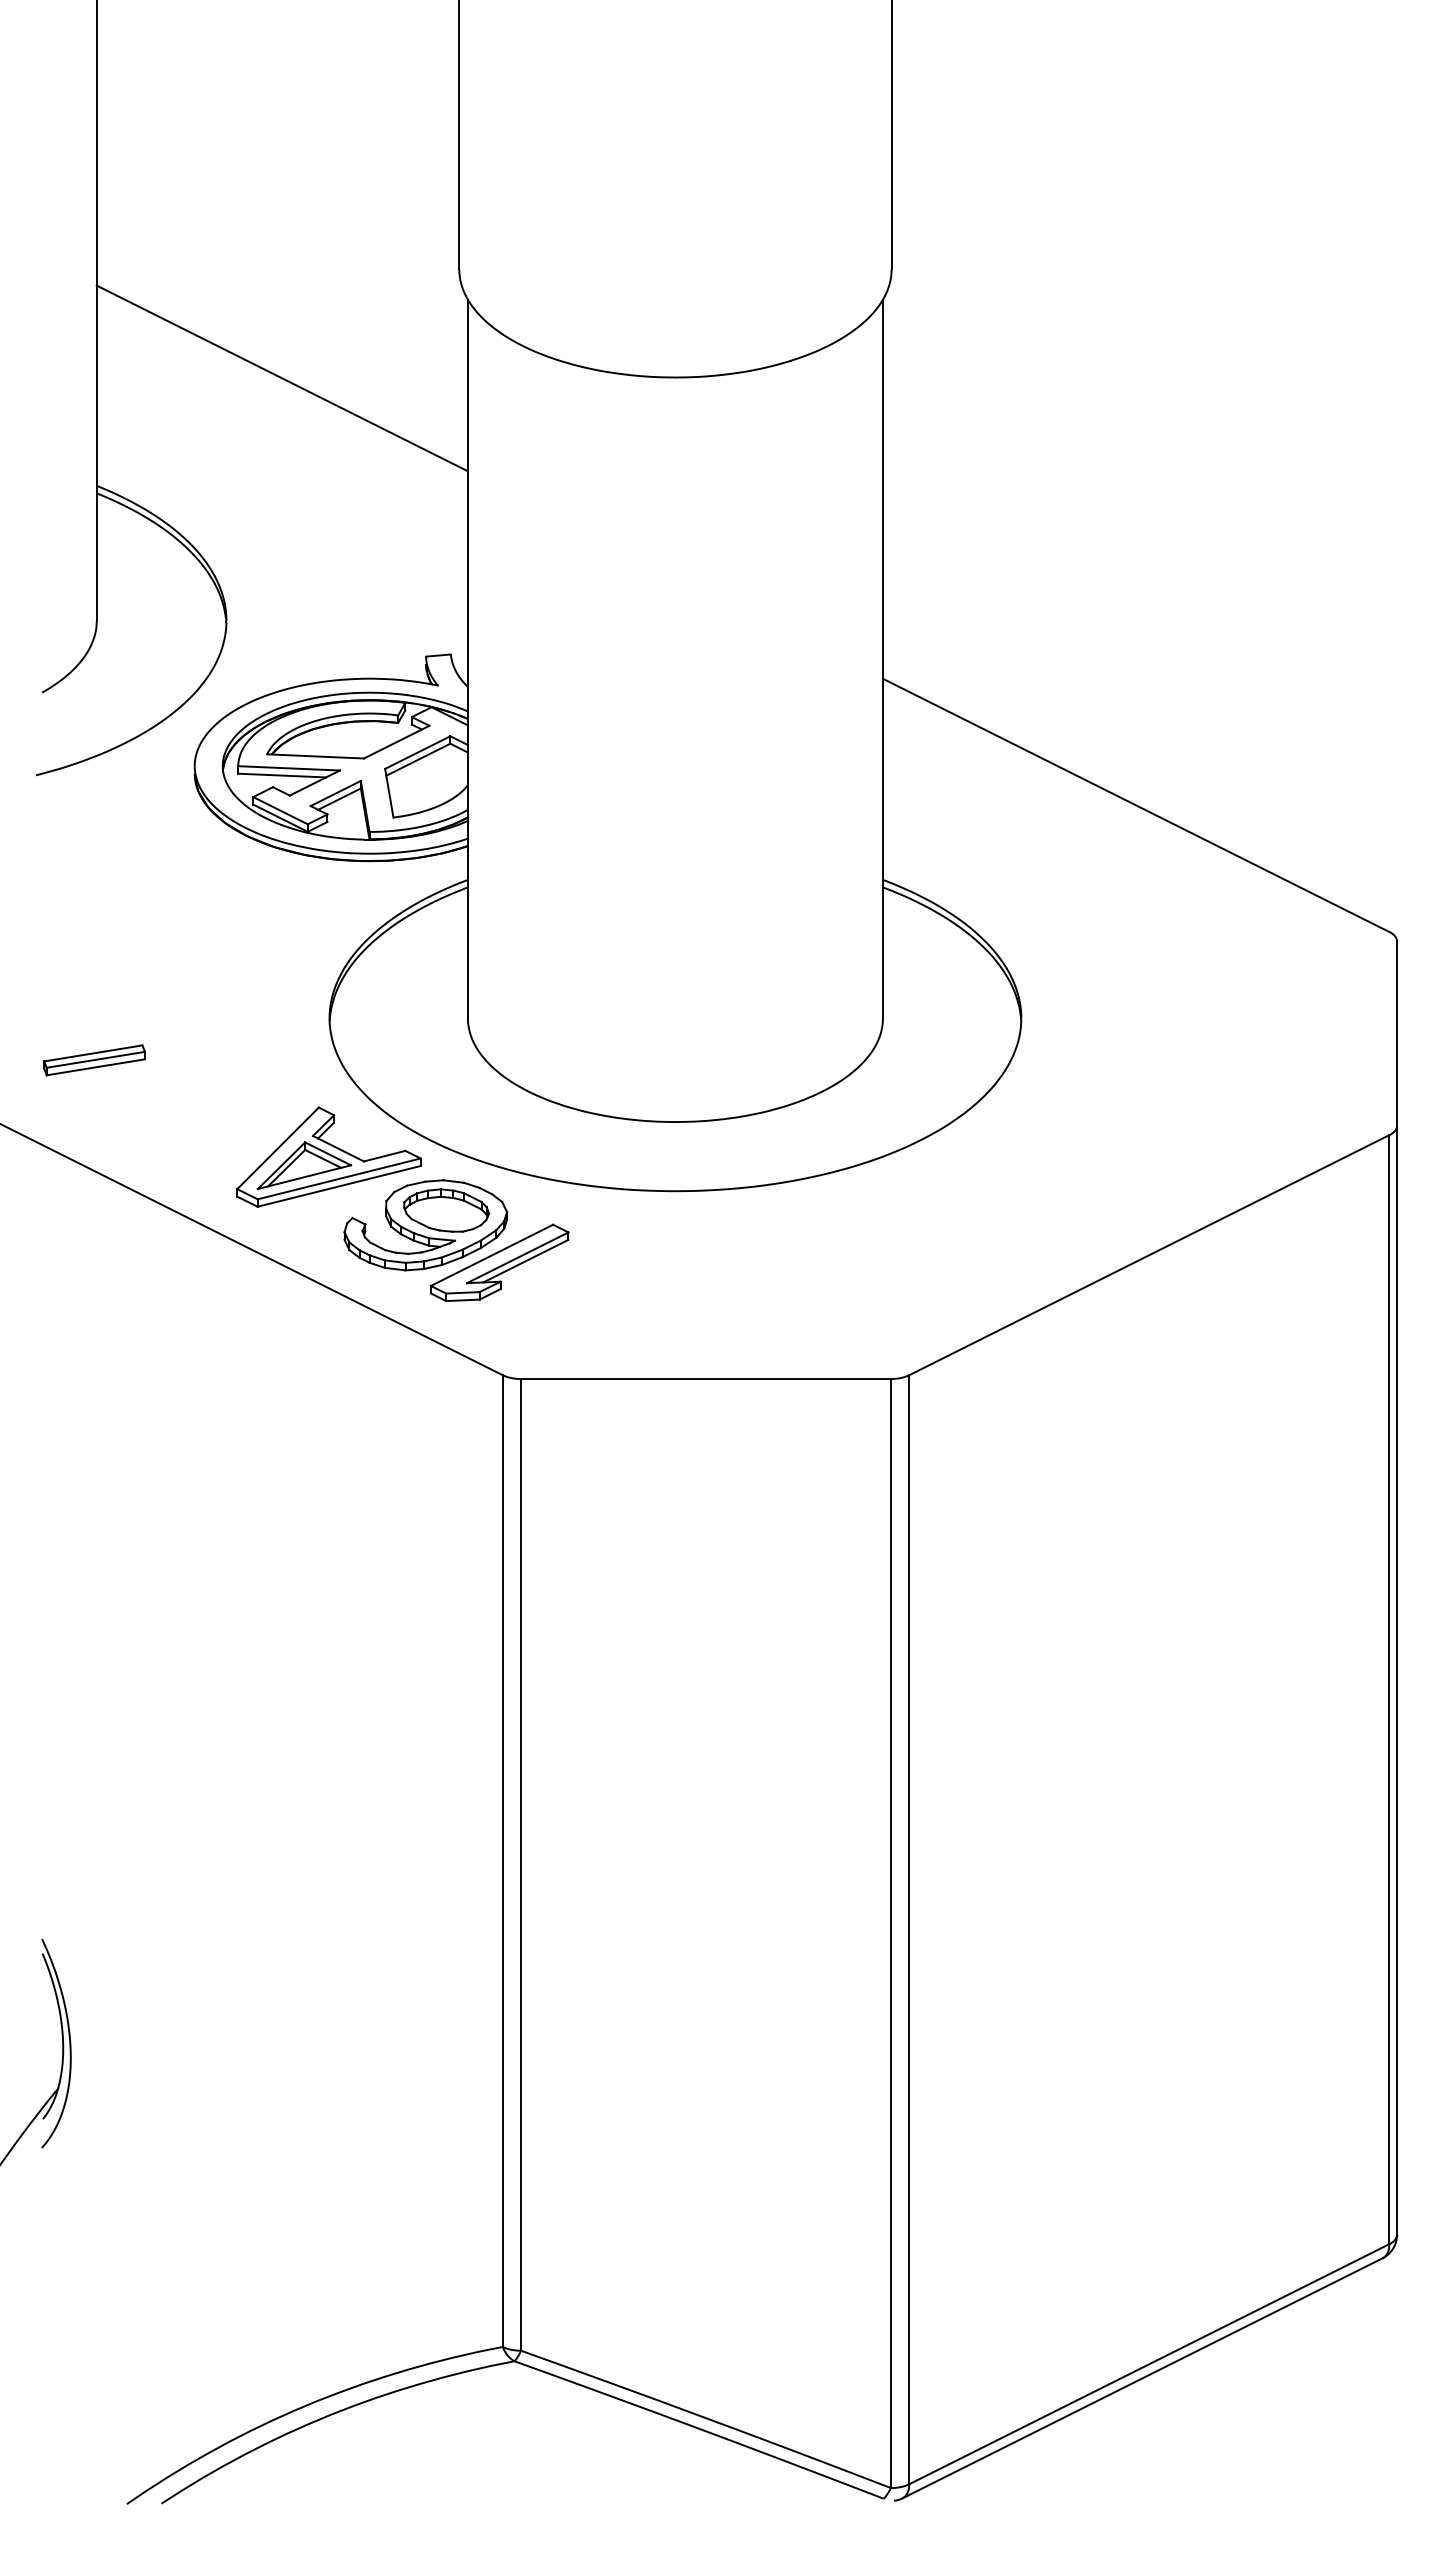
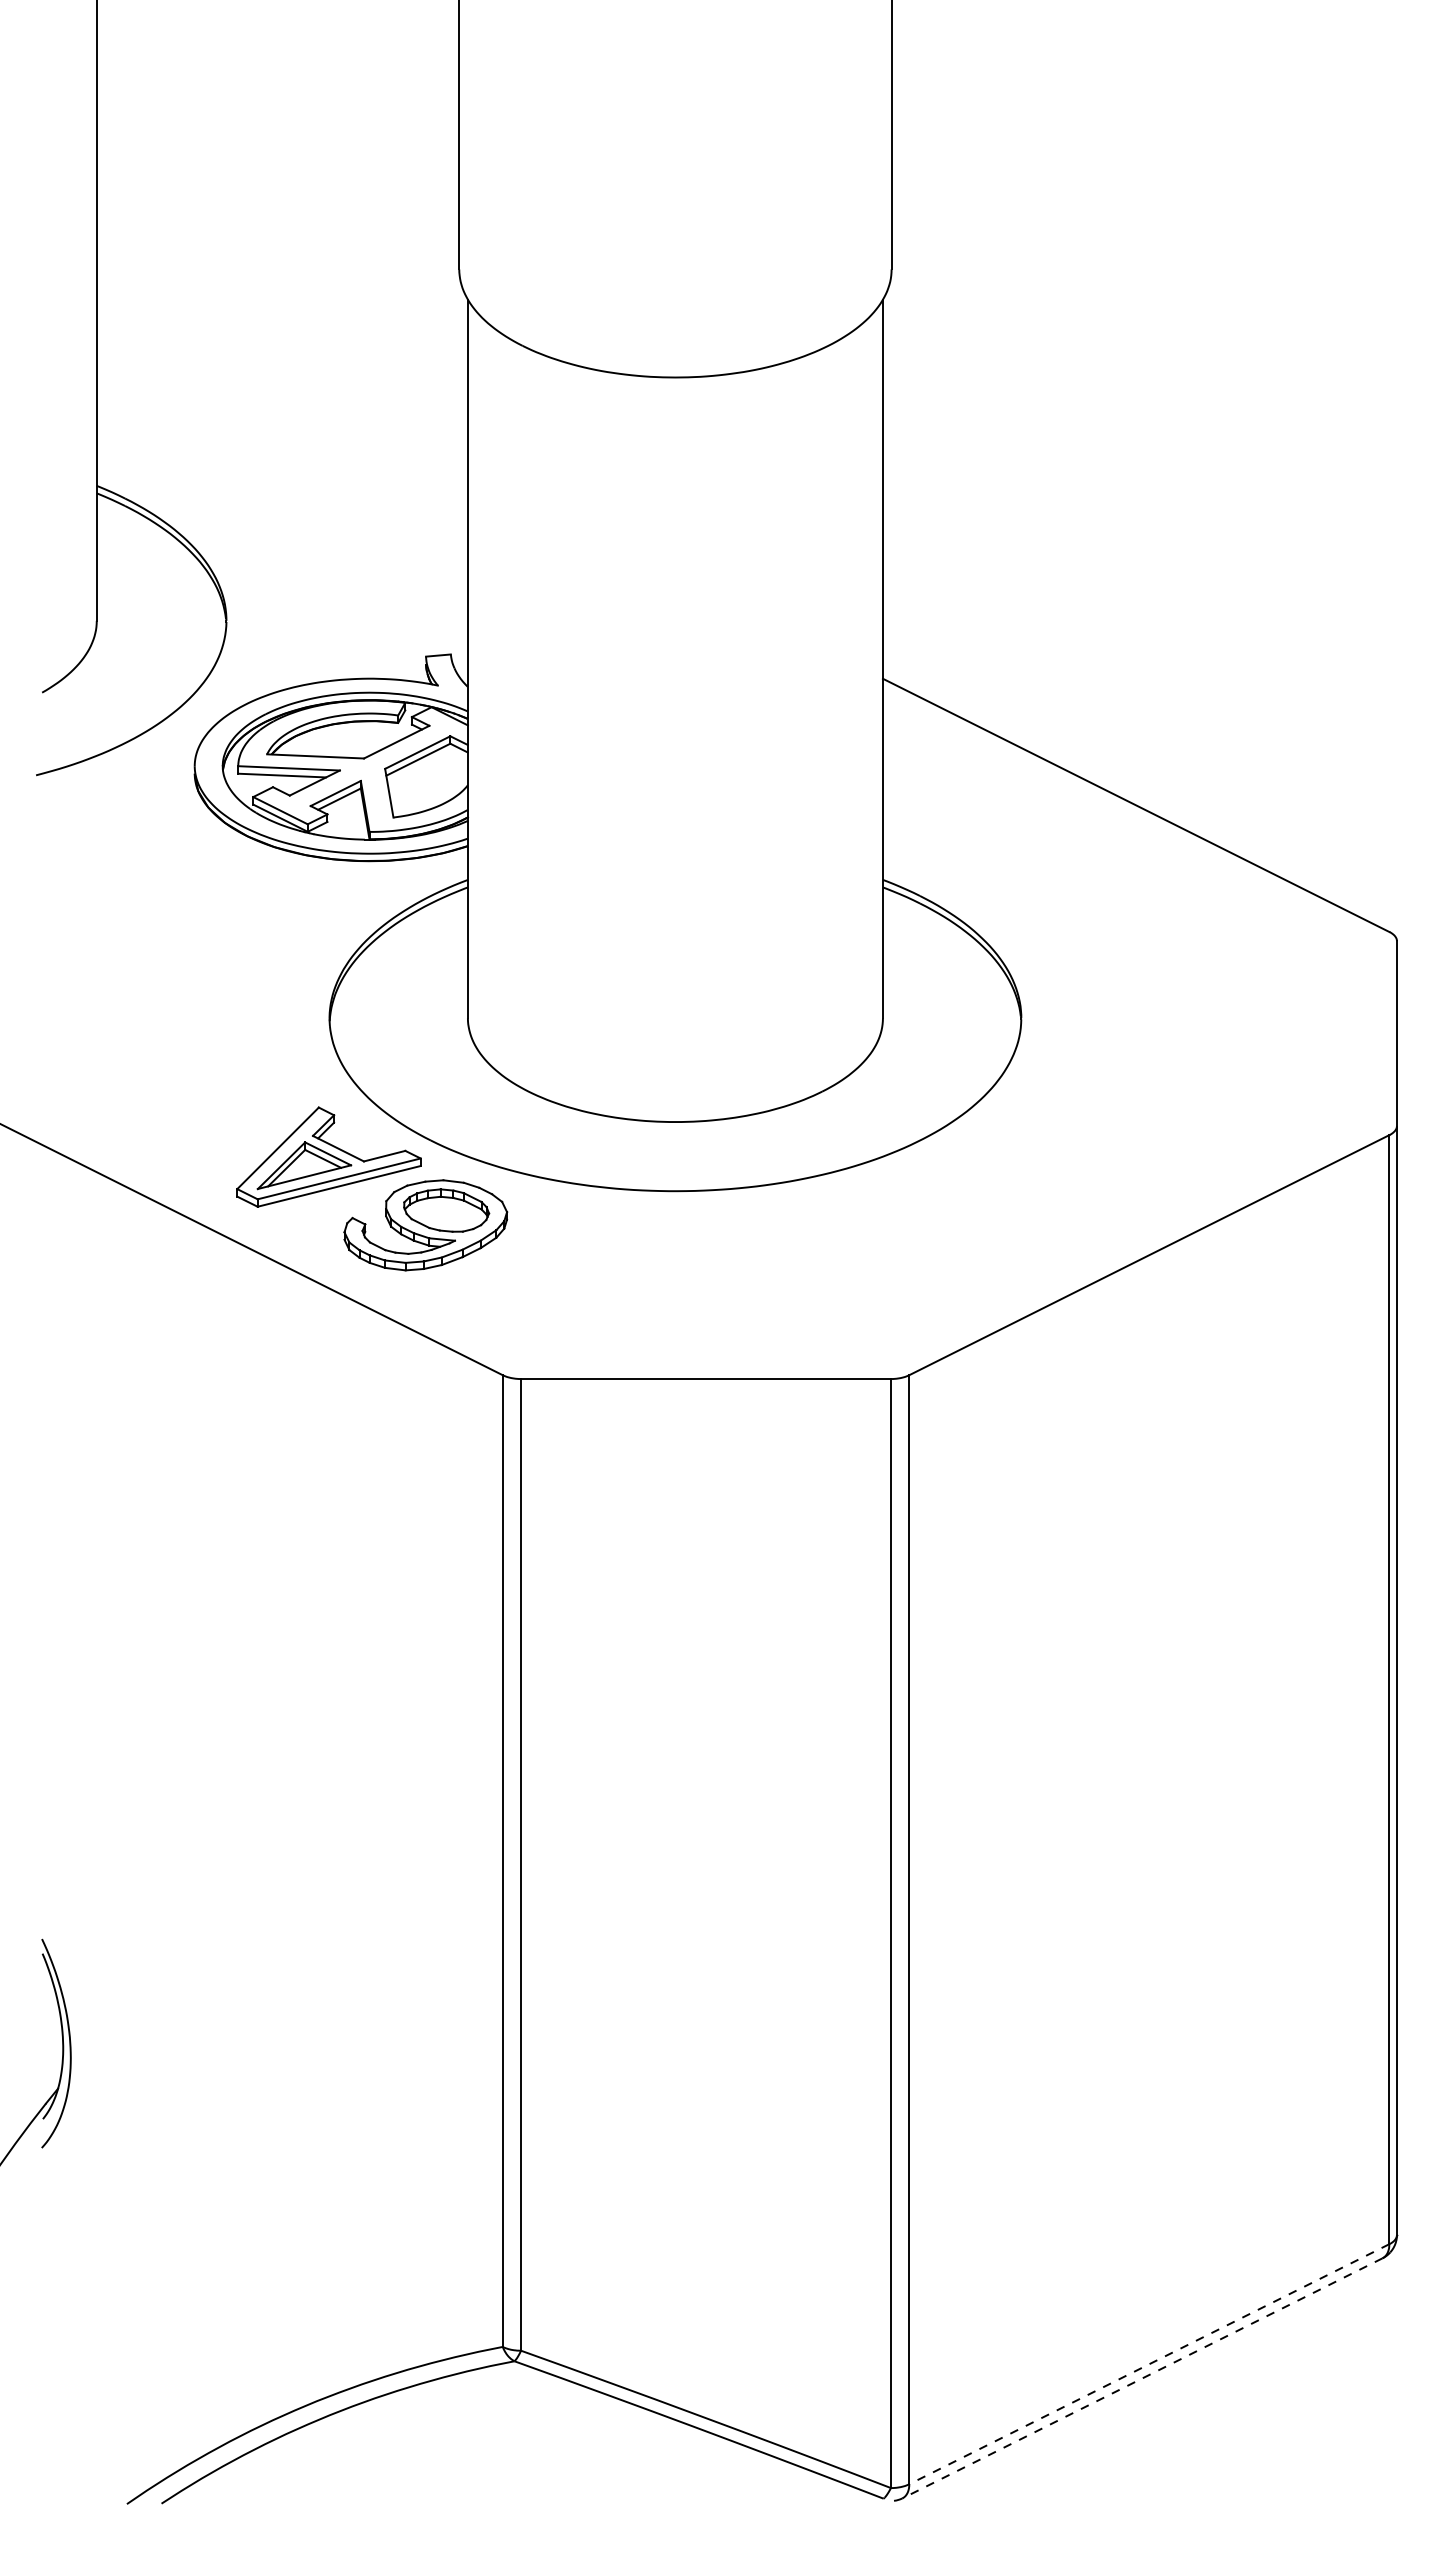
line at (281, 378): present -> none
part at (94, 1060): present -> none
part at (499, 1262): present -> none
line at (1148, 2364): solid -> dashed
line at (1142, 2378): solid -> dashed
